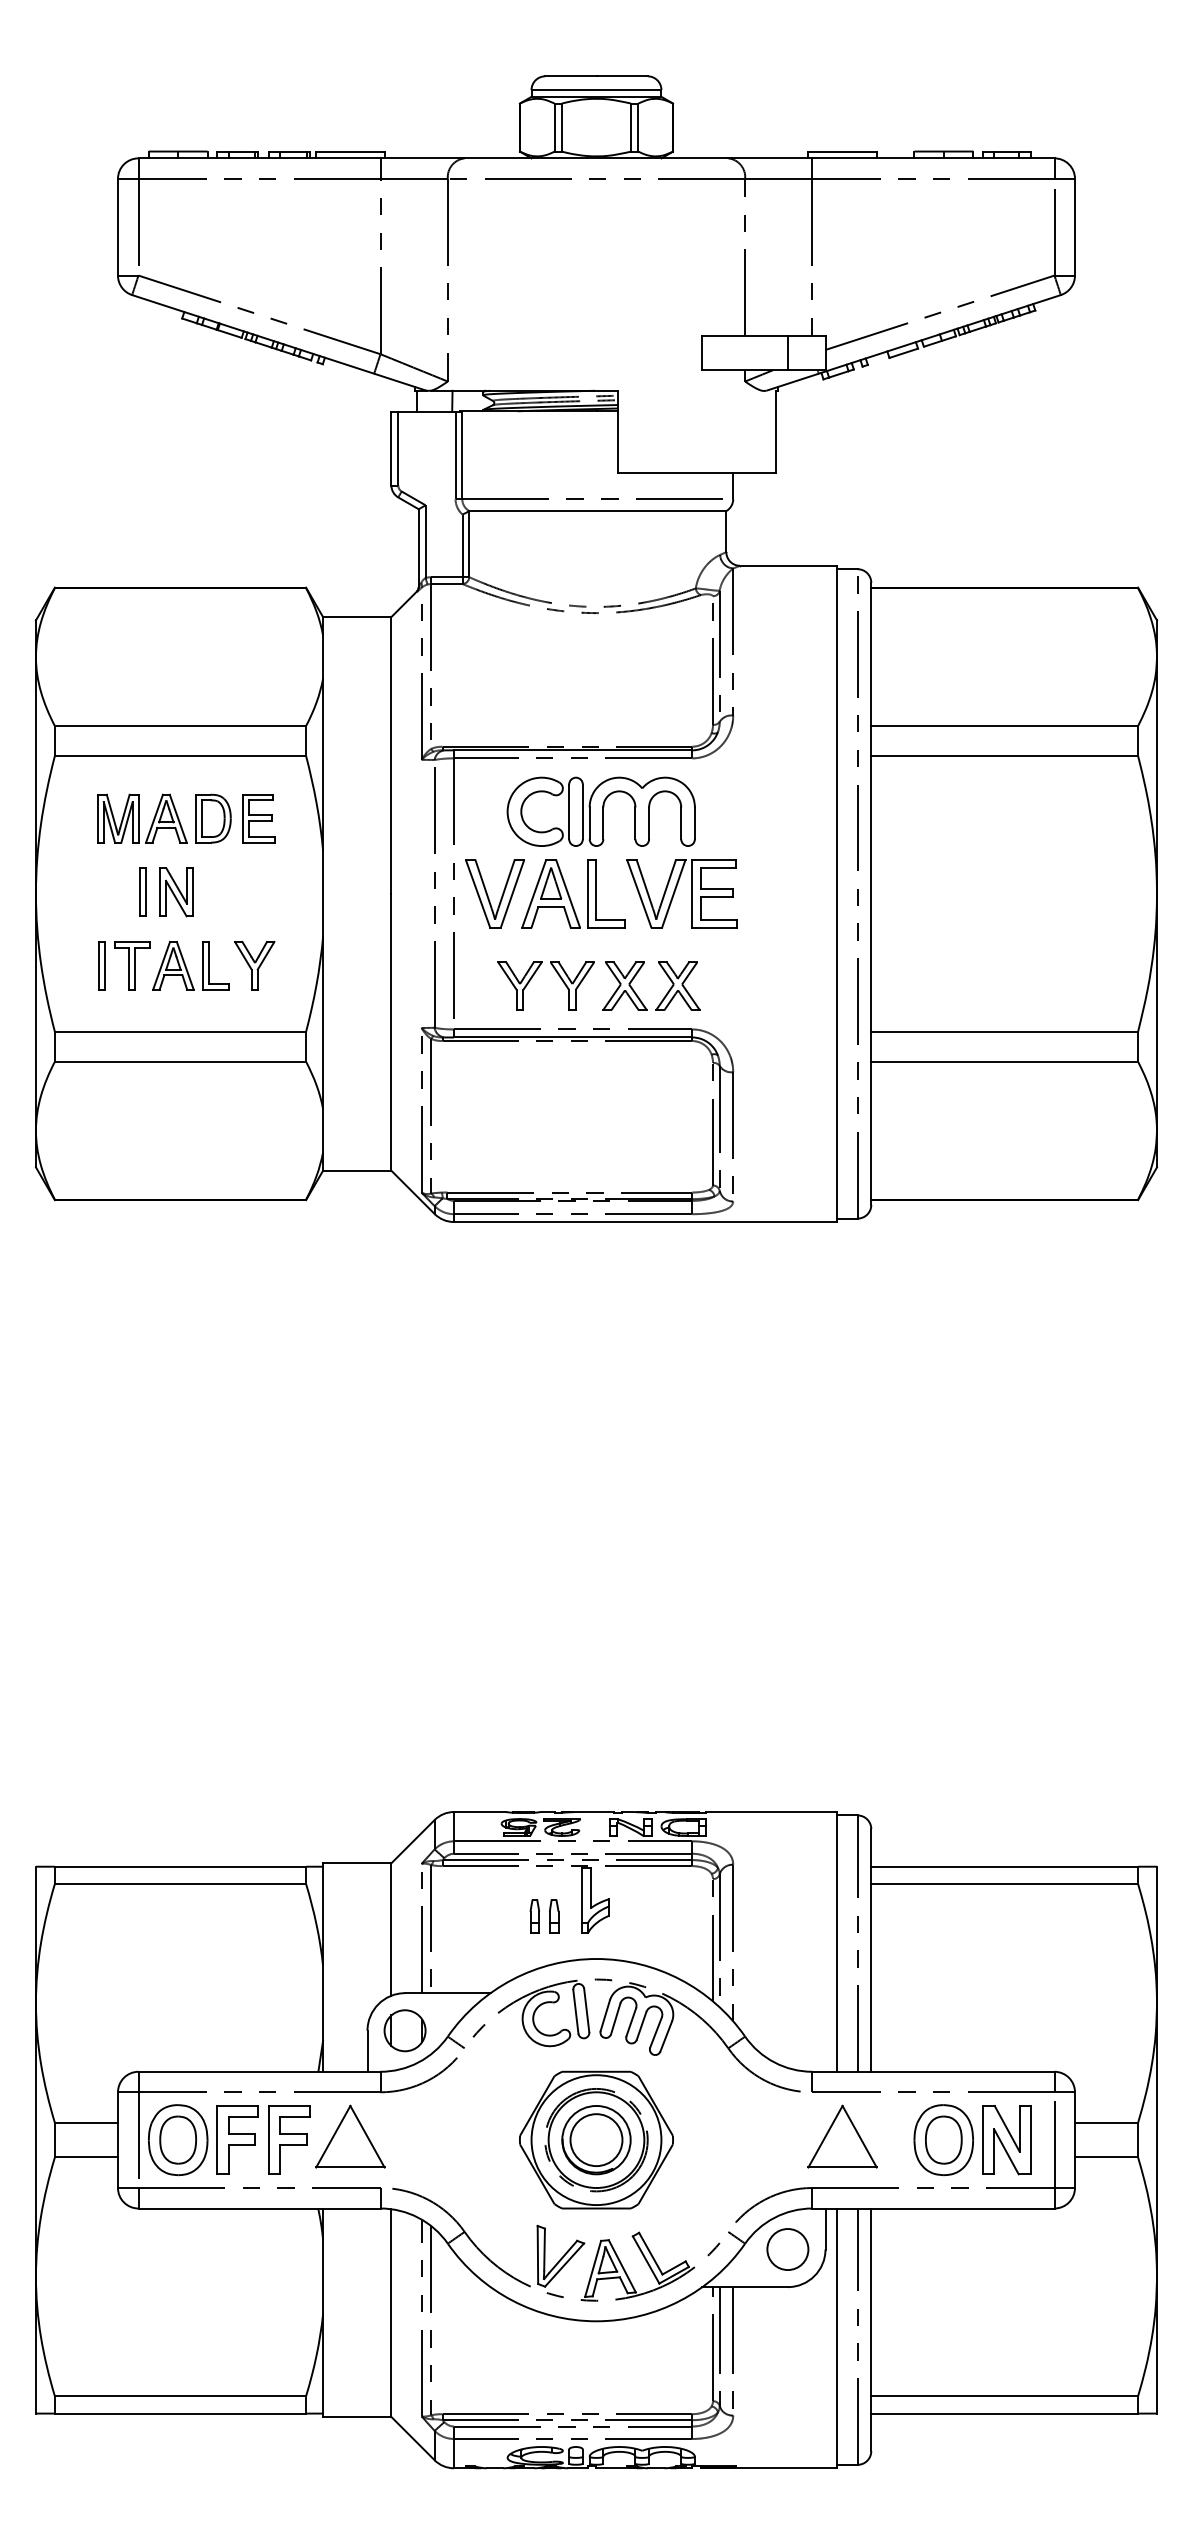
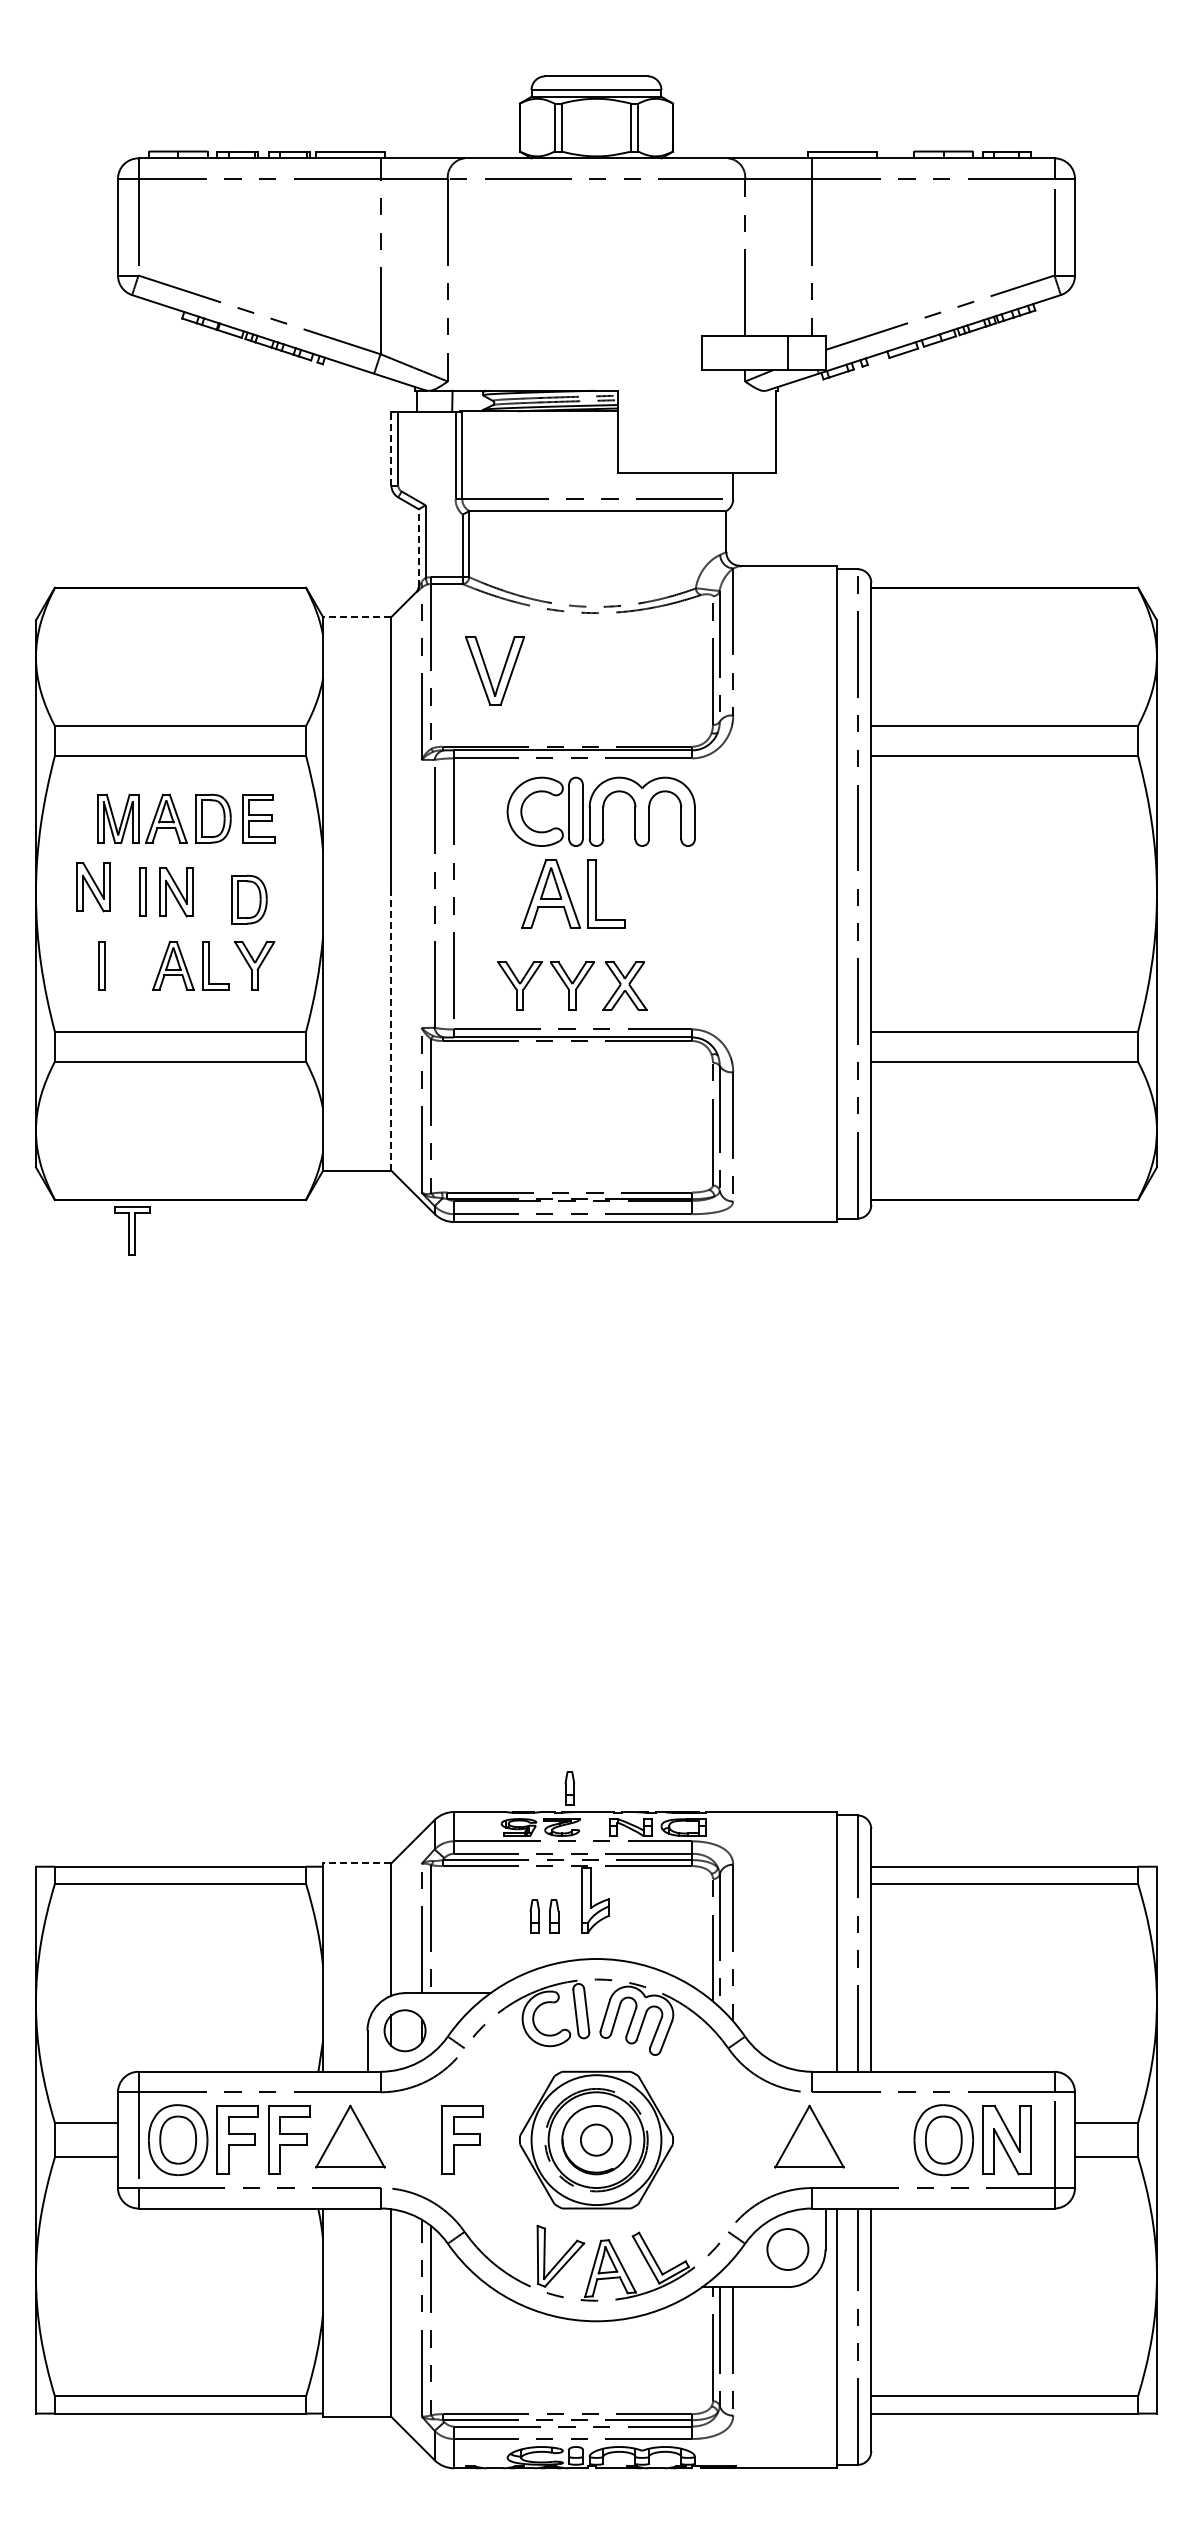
line at (391, 448): solid -> dashed
line at (418, 548): solid -> dashed
line at (356, 617): solid -> dashed
part at (93, 887): none -> present
part at (675, 892): present -> none
part at (488, 895) position: (488, 895) -> (488, 672)
part at (249, 899): none -> present
part at (132, 965) position: (132, 965) -> (132, 1230)
part at (677, 985): present -> none
line at (391, 1031): solid -> dashed
part at (569, 1788): none -> present
line at (356, 1863): solid -> dashed
part at (842, 2136) position: (842, 2136) -> (809, 2136)
part at (462, 2139): none -> present
circle at (596, 2140) diameter: 52 px -> 31 px
